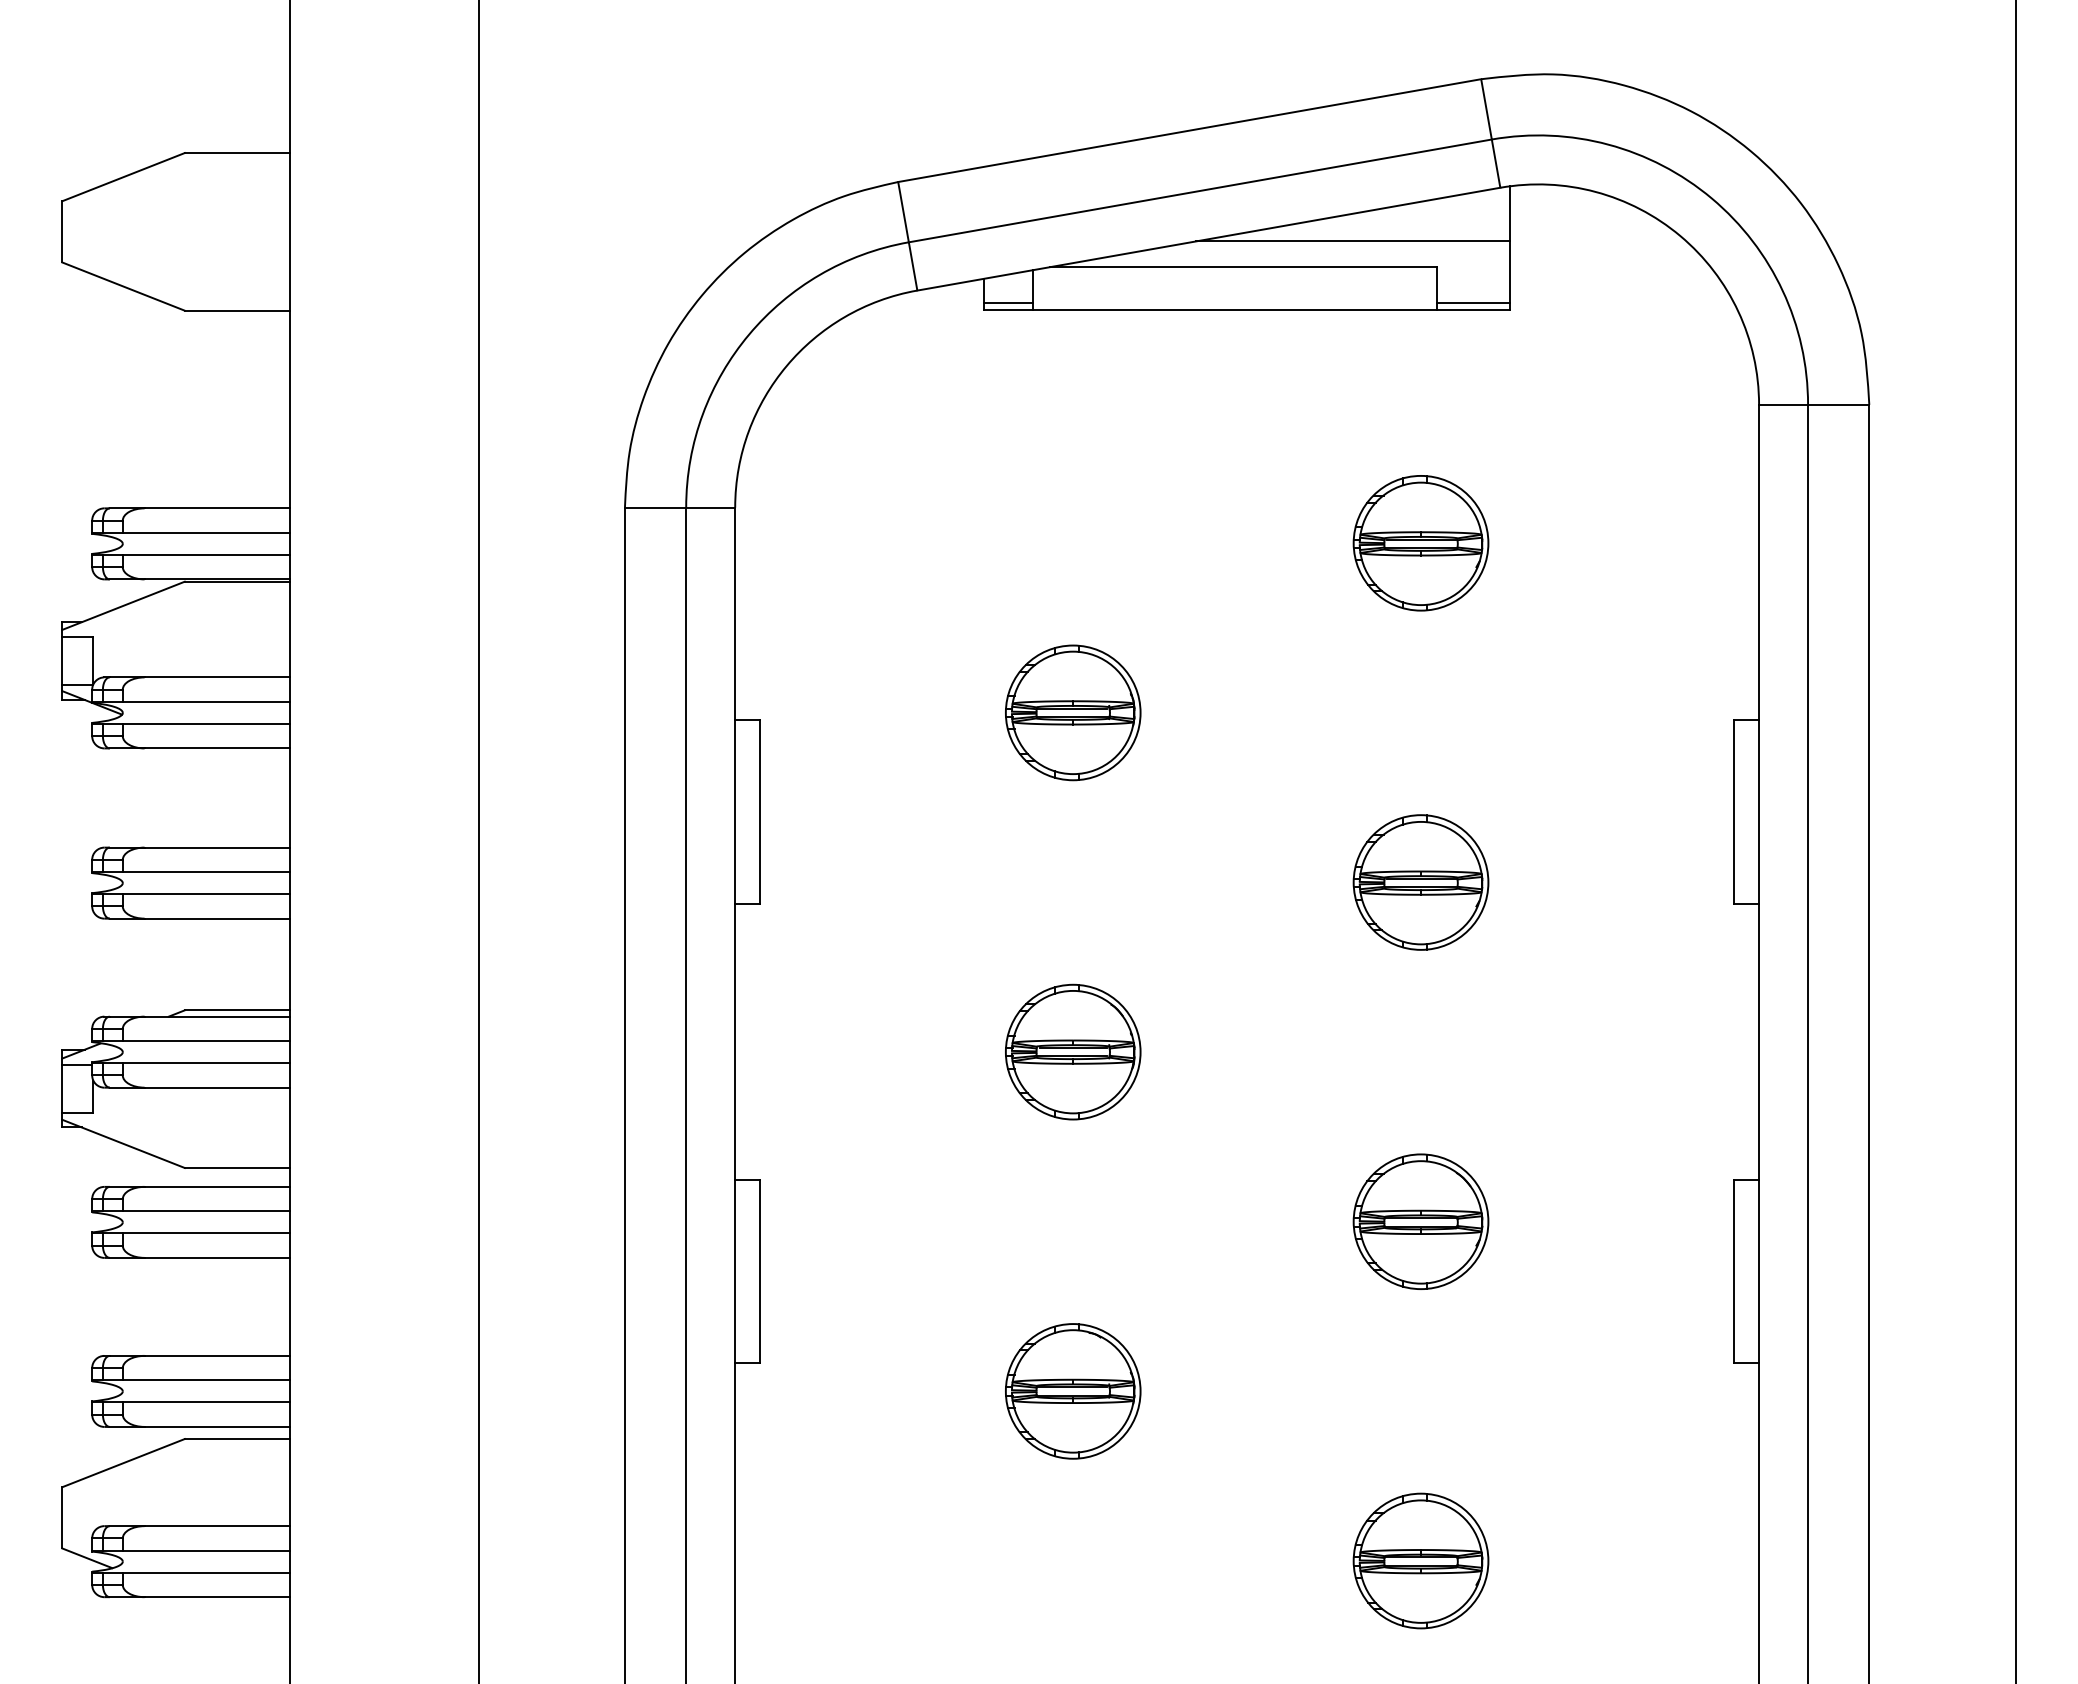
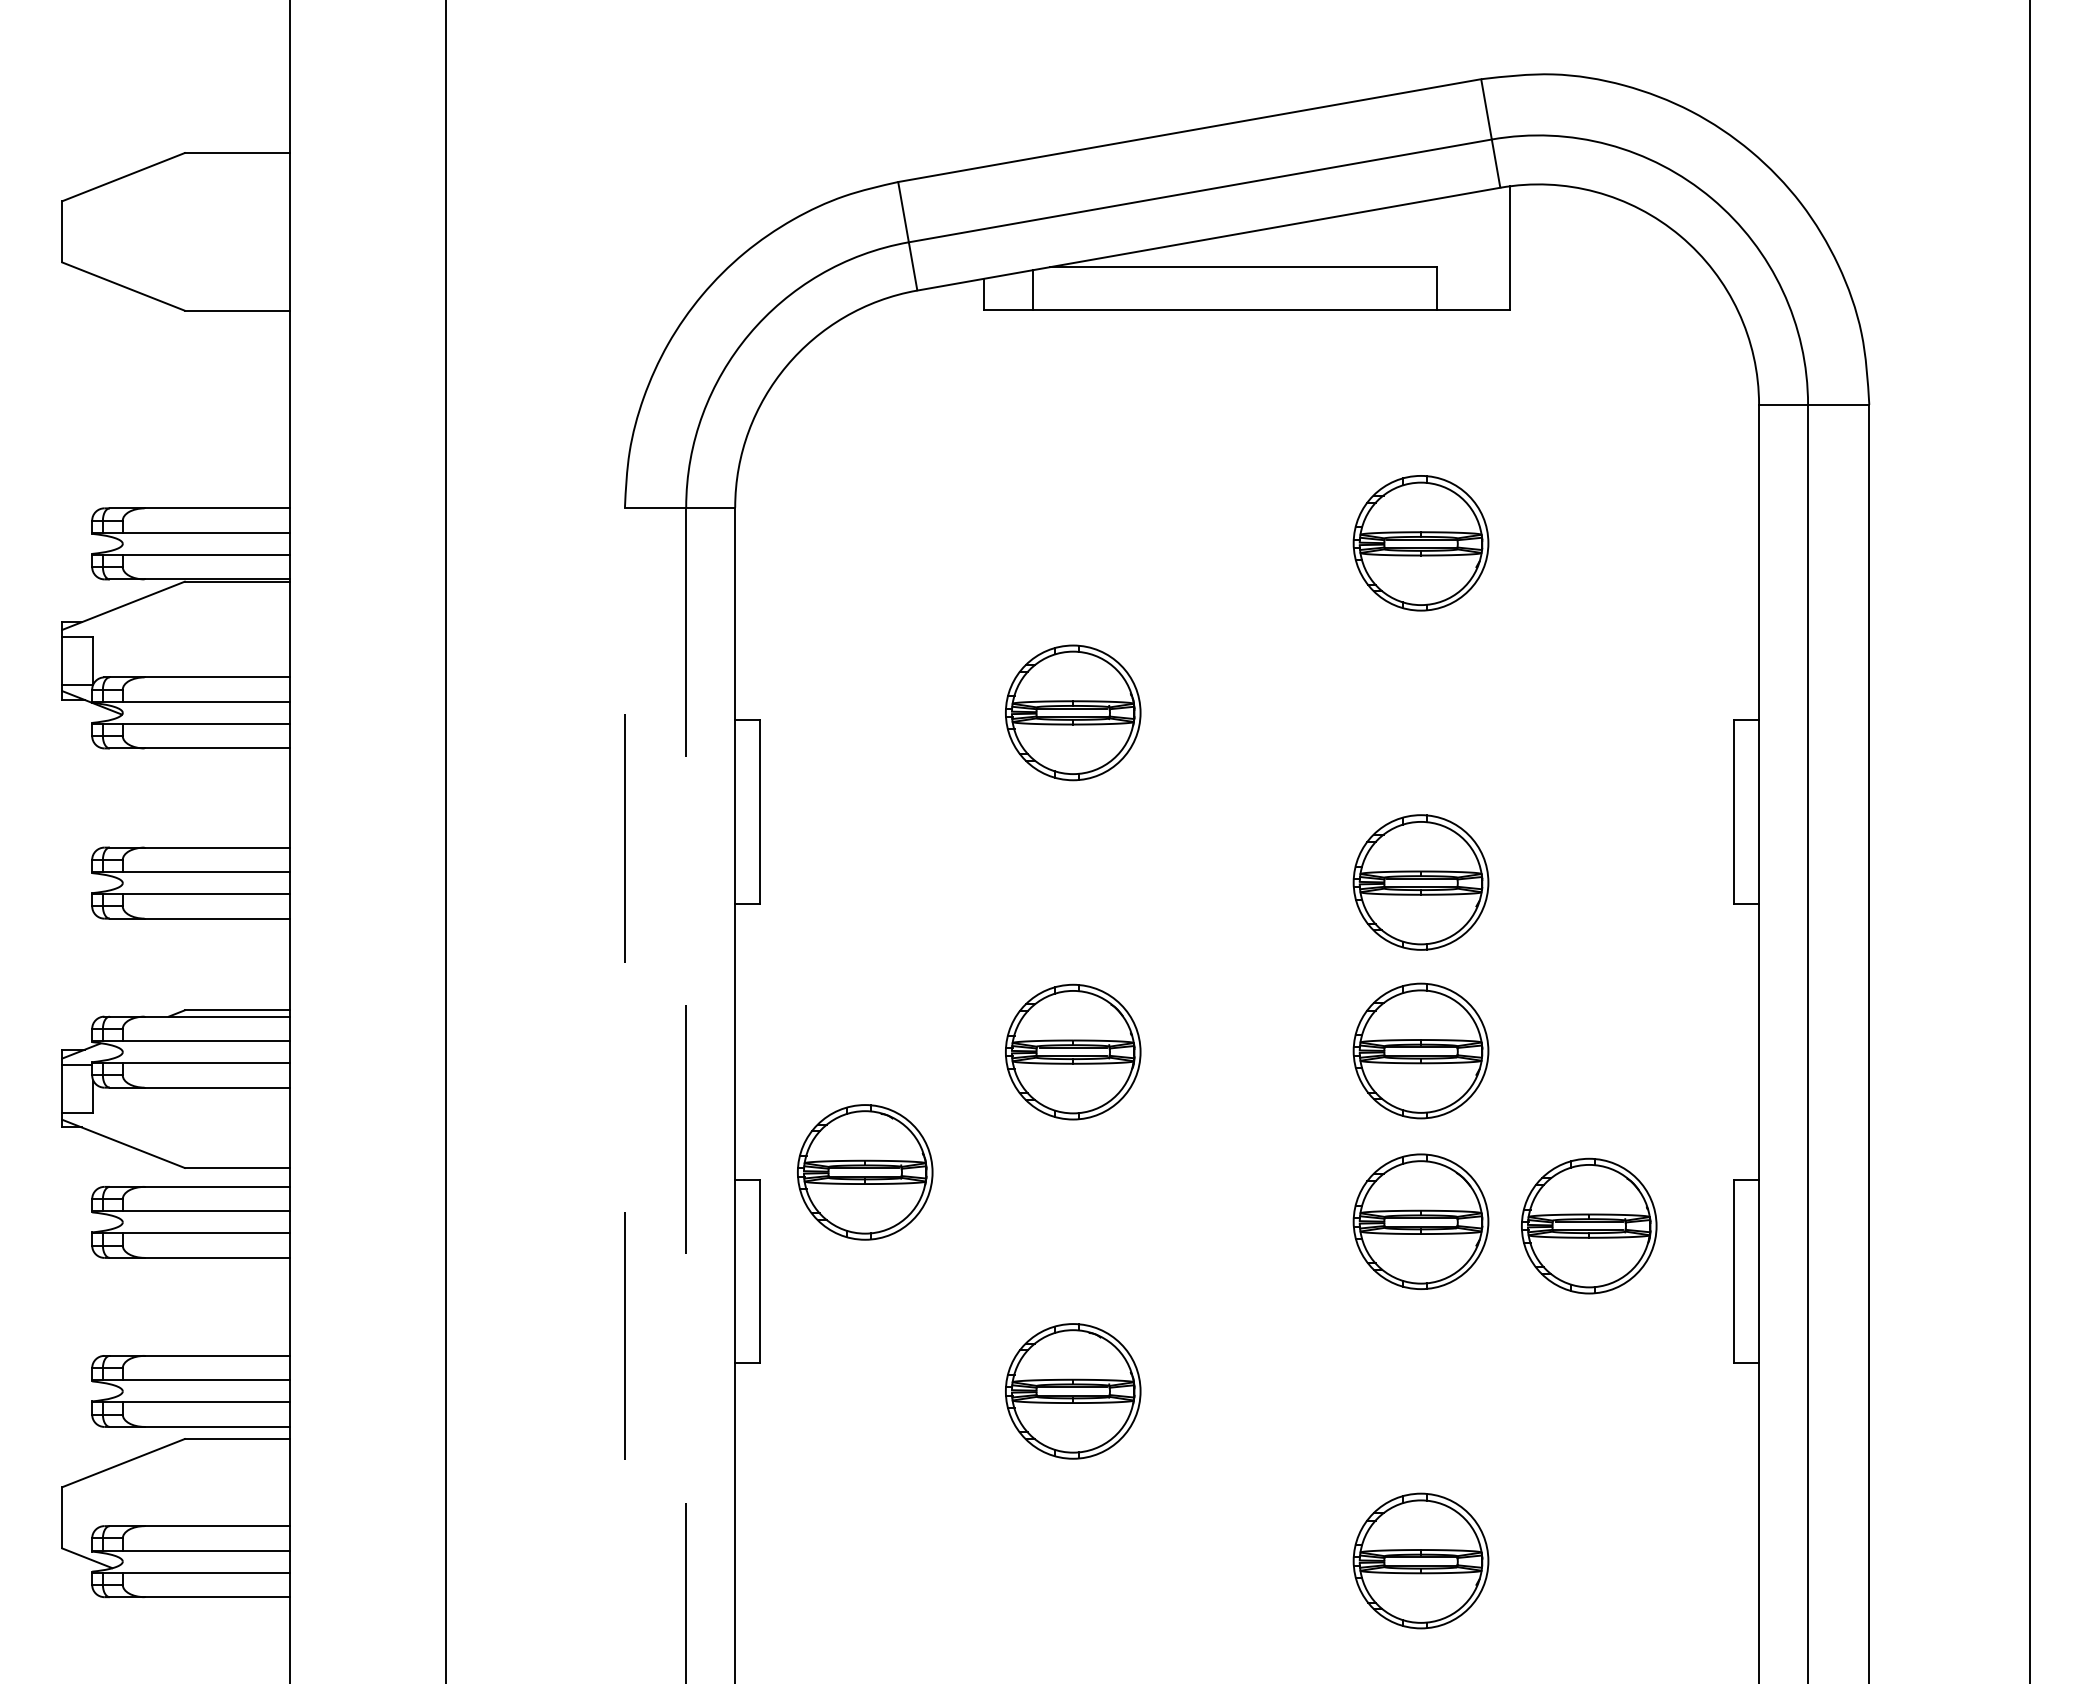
line at (1353, 241): present -> none
line at (1007, 302): present -> none
line at (1473, 302): present -> none
line at (478, 841) position: (478, 841) -> (445, 841)
line at (2015, 841) position: (2015, 841) -> (2029, 841)
part at (1420, 1050): none -> present
line at (624, 1095): solid -> dashed
line at (686, 1095): solid -> dashed
part at (865, 1172): none -> present
part at (1589, 1225): none -> present
